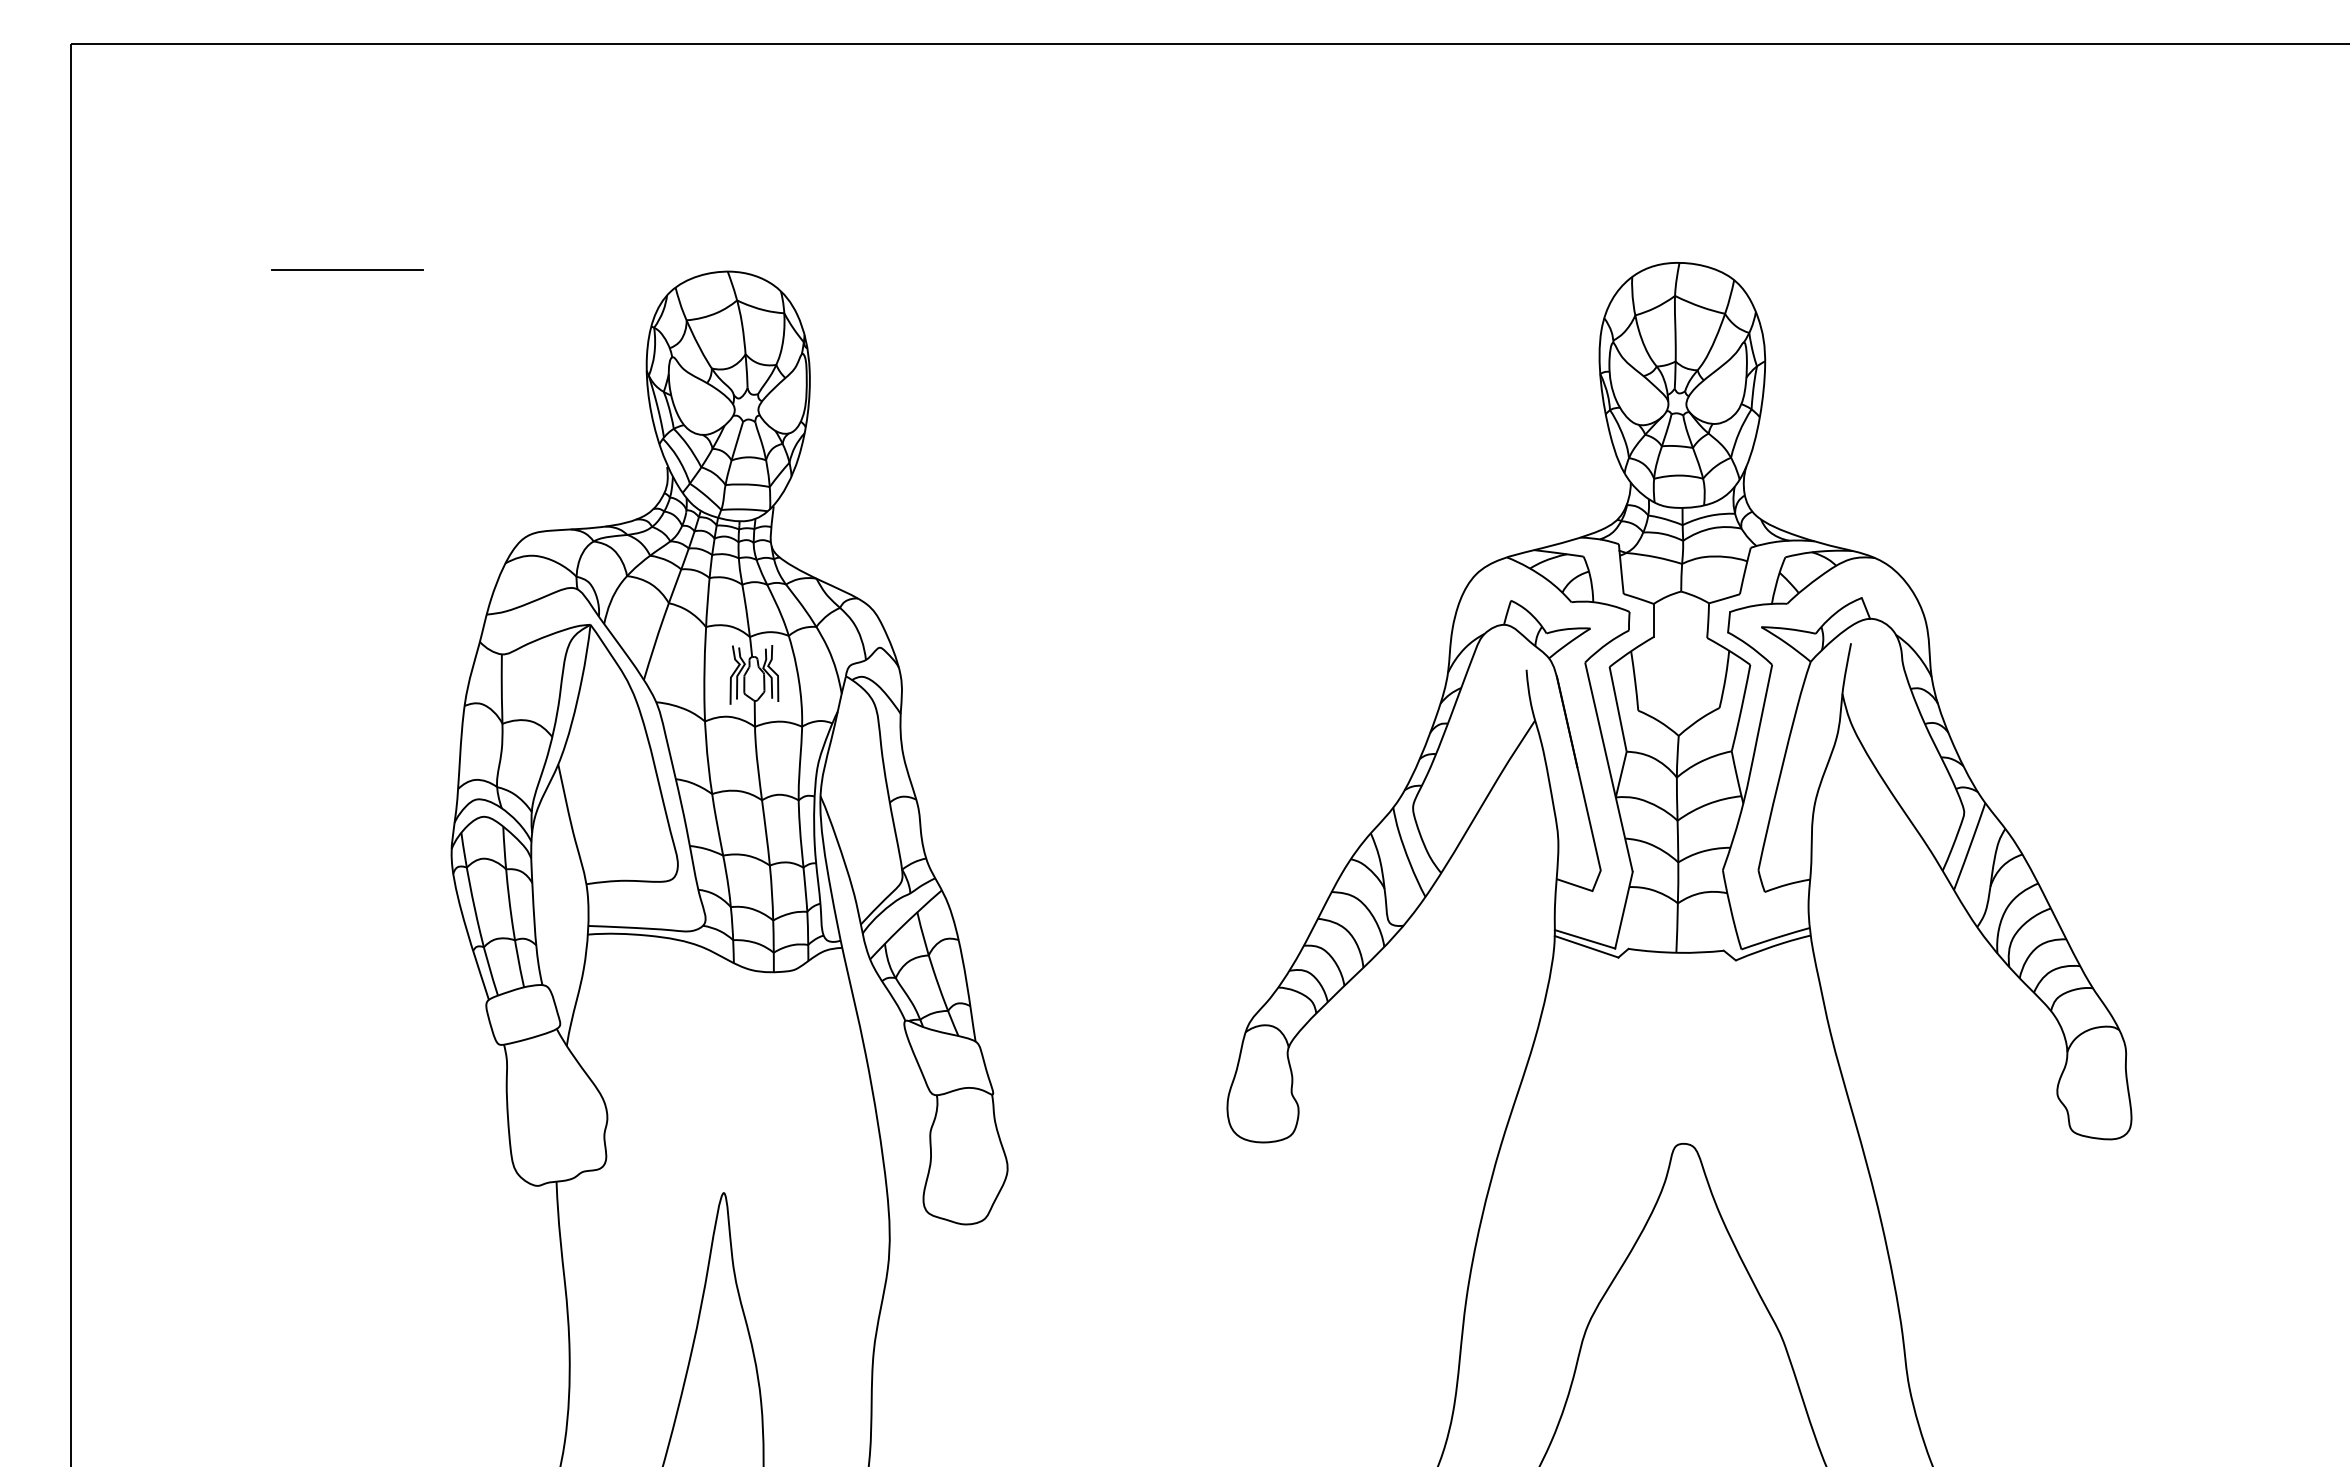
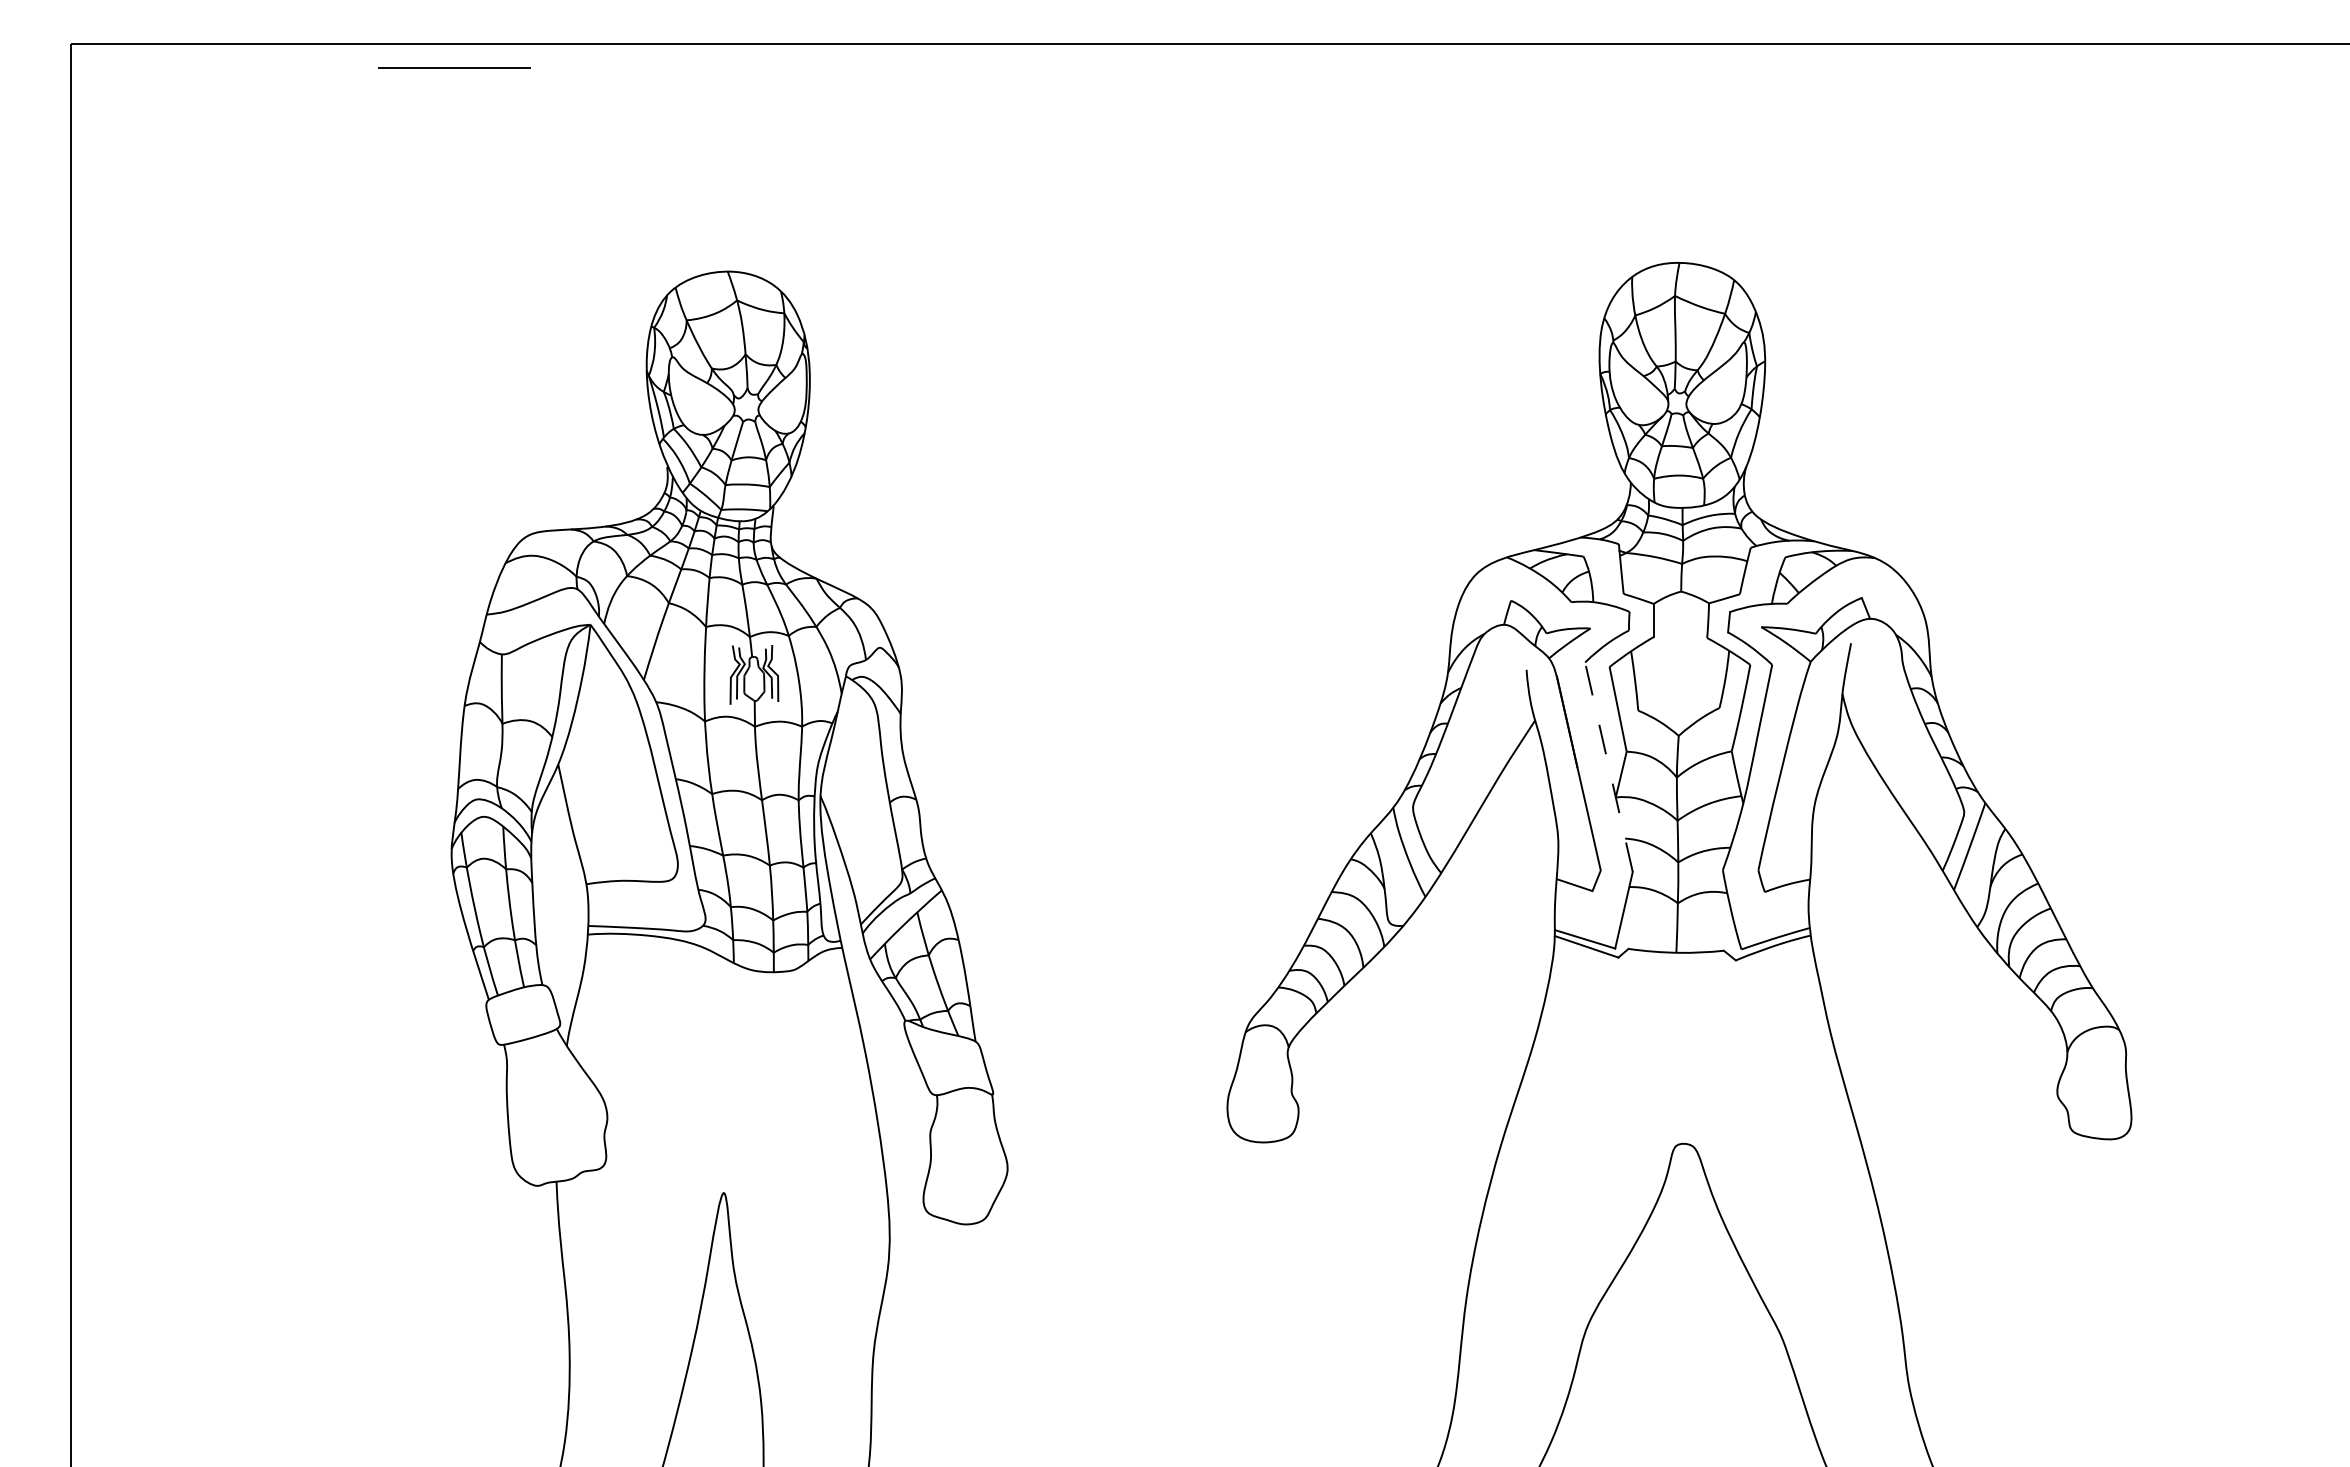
line at (347, 269) position: (347, 269) -> (454, 67)
line at (1608, 766): solid -> dashed
